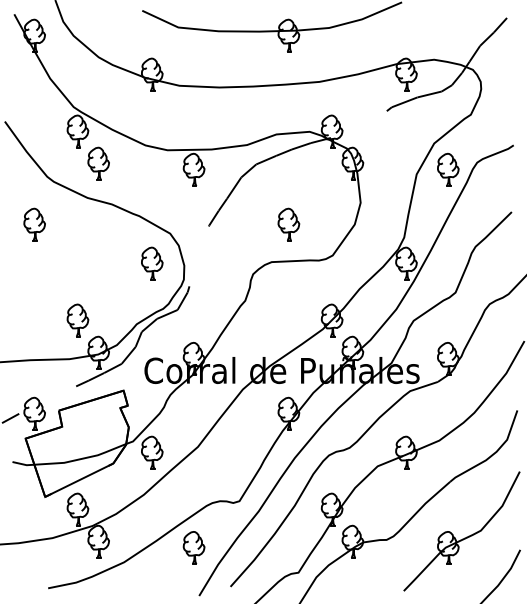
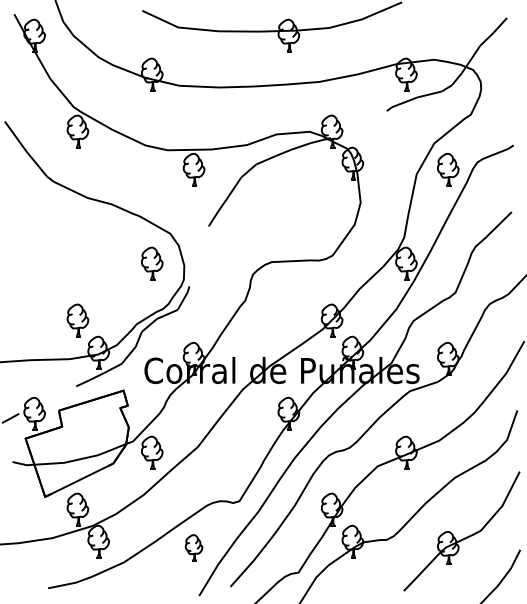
part at (98, 163): present -> none
part at (34, 224): present -> none
part at (288, 224): present -> none
part at (193, 547) size: 24x34 px -> 20x28 px
